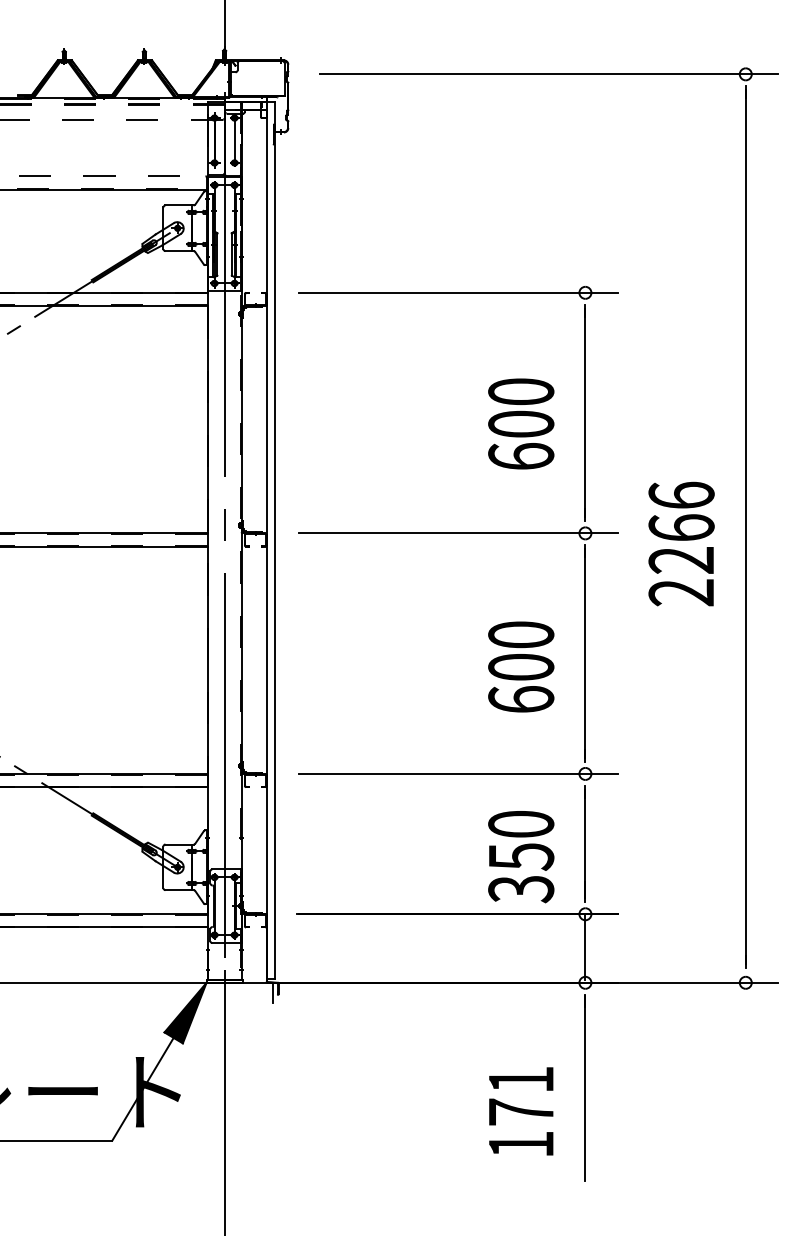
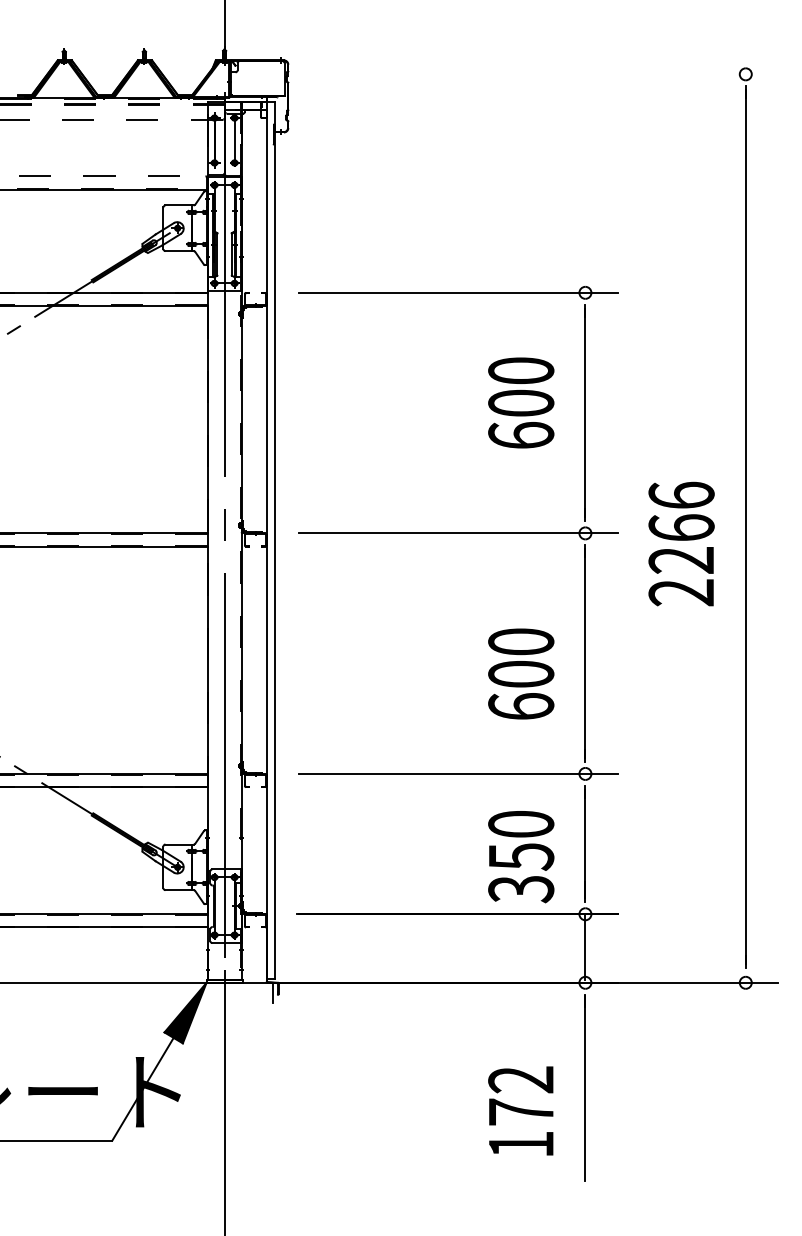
line at (548, 74): present -> none
text at (521, 423) position: (521, 423) -> (521, 402)
text at (521, 666) position: (521, 666) -> (521, 673)
text at (520, 1079): 171 -> 172
